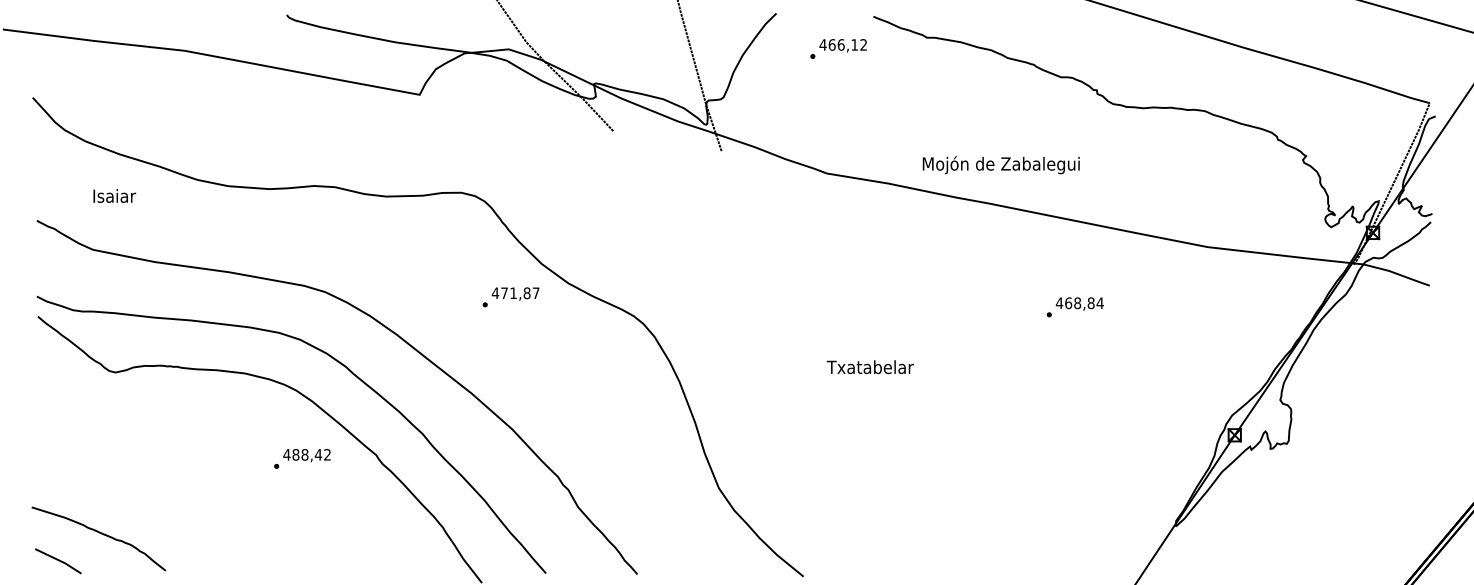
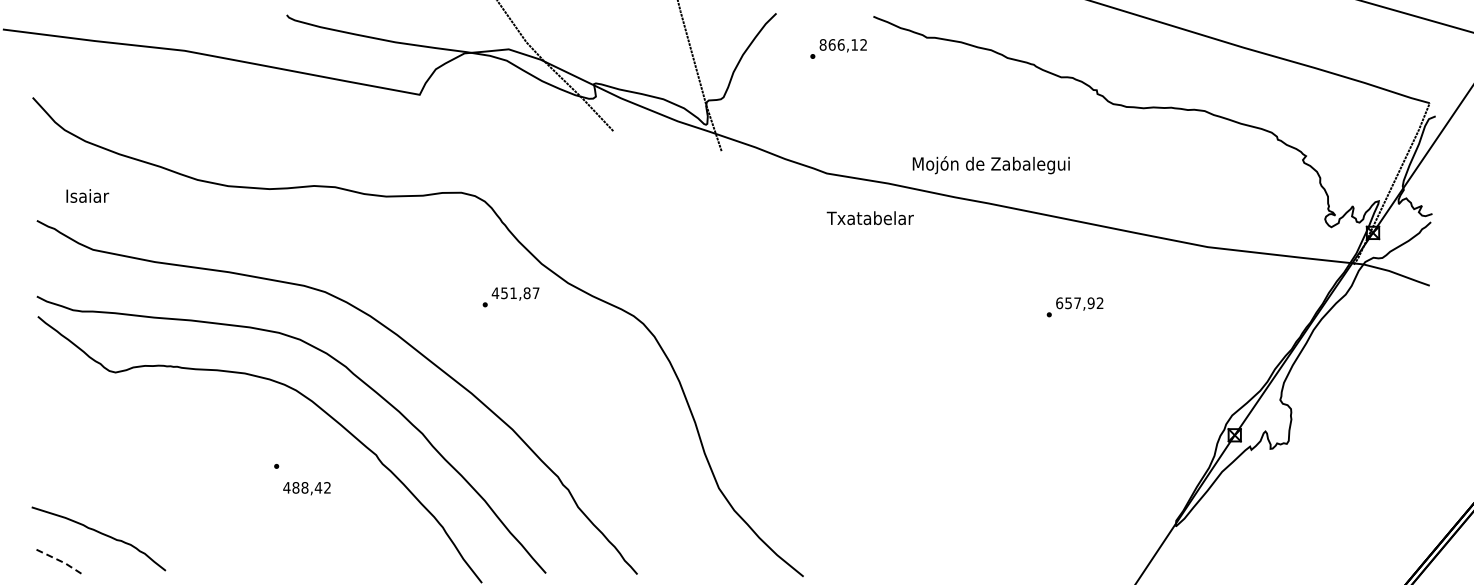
text at (822, 44): 466,12 -> 866,12
text at (1000, 165) position: (1000, 165) -> (990, 165)
text at (114, 195) position: (114, 195) -> (87, 195)
text at (504, 293): 471,87 -> 451,87
text at (1079, 303): 468,84 -> 657,92
text at (869, 367) position: (869, 367) -> (869, 218)
text at (306, 455) position: (306, 455) -> (306, 488)
line at (59, 560): solid -> dashed
